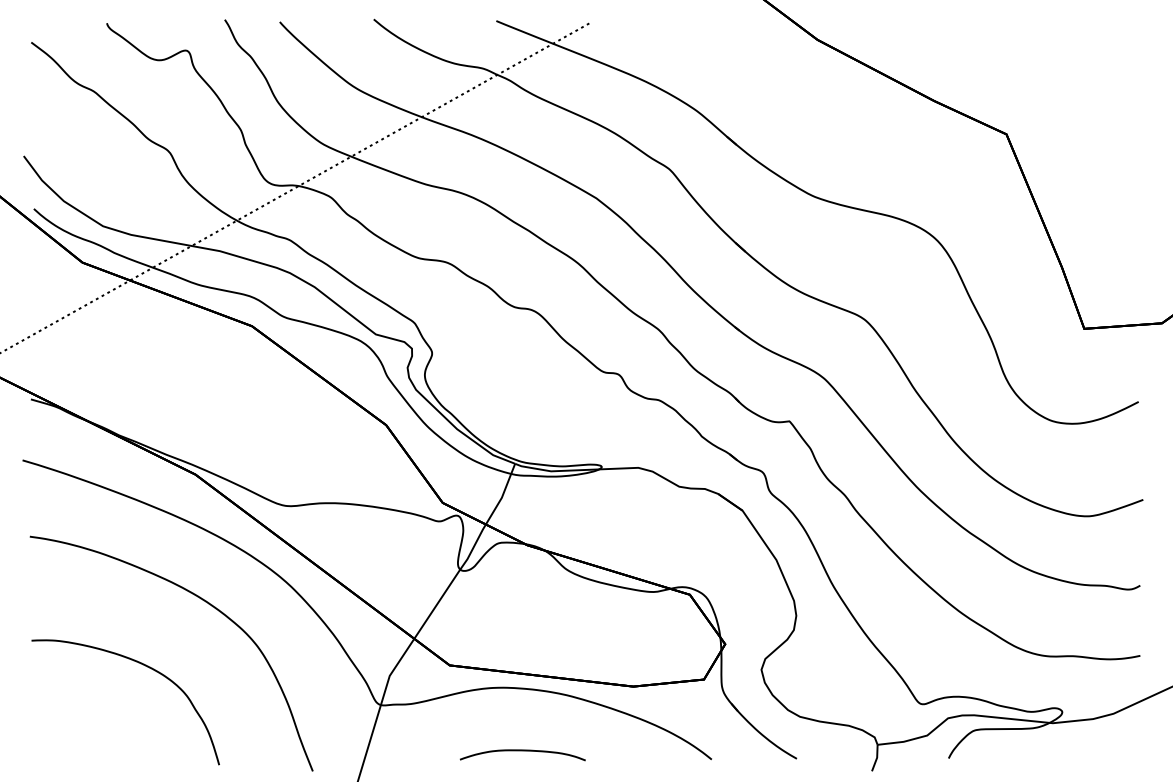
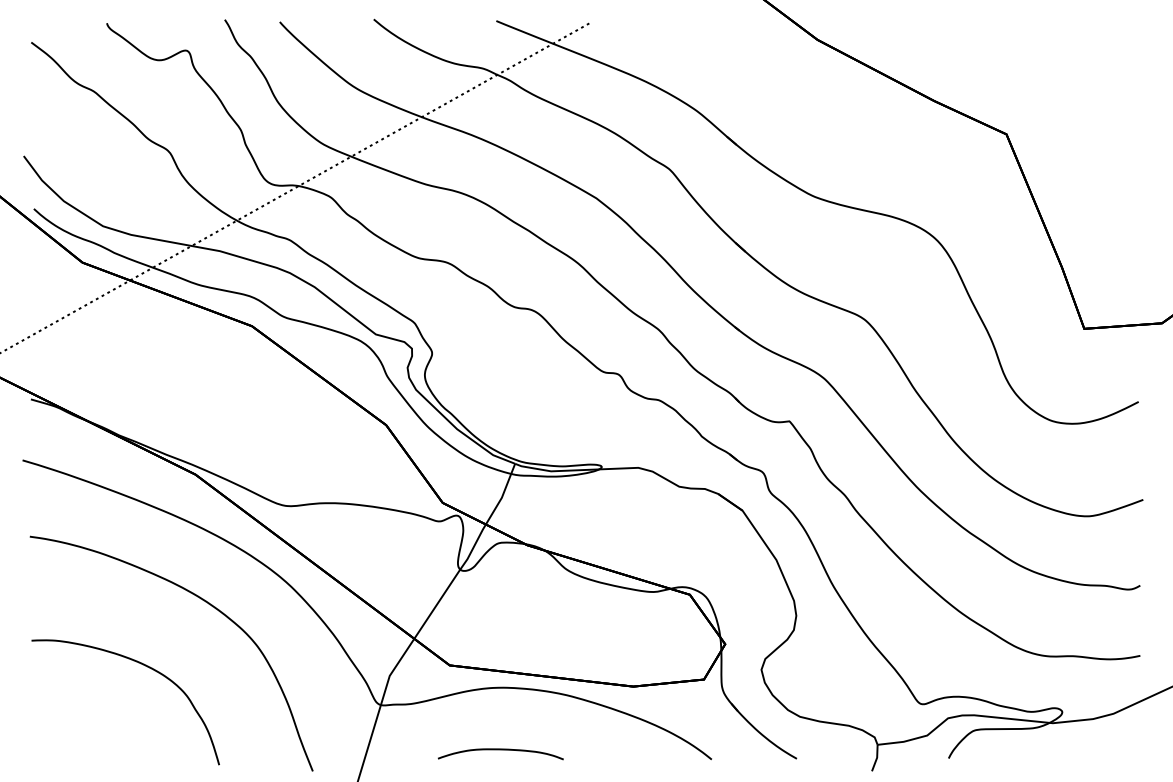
curve at (522, 751) position: (522, 751) -> (500, 750)
